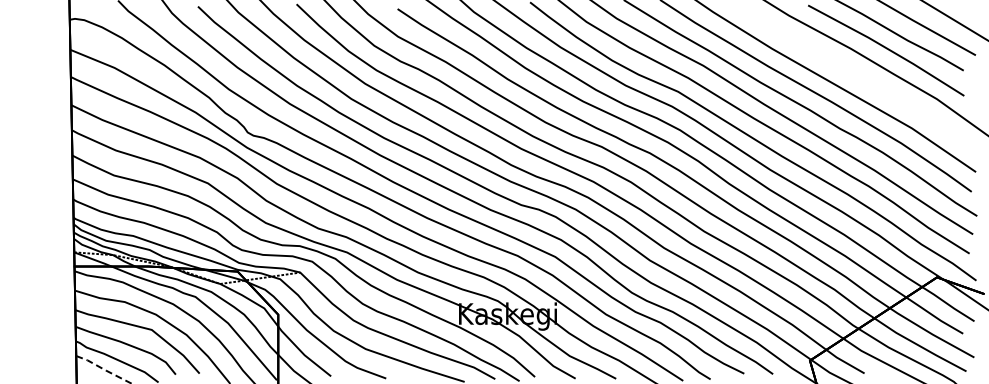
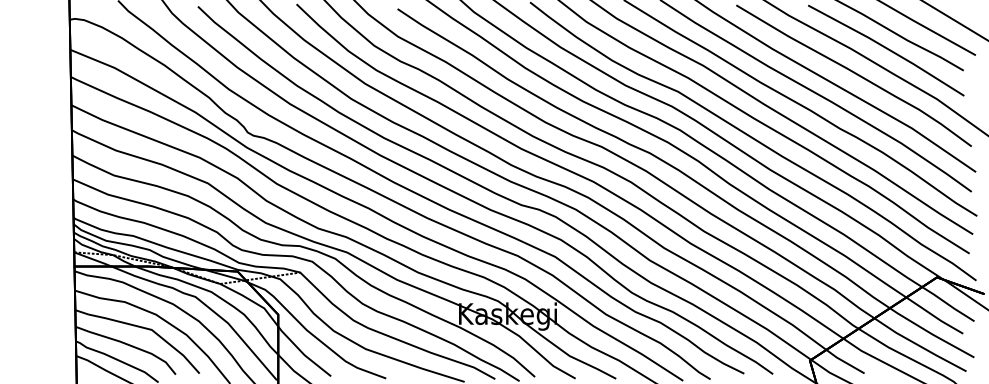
curve at (853, 73): none -> present
line at (104, 369): dashed -> solid
